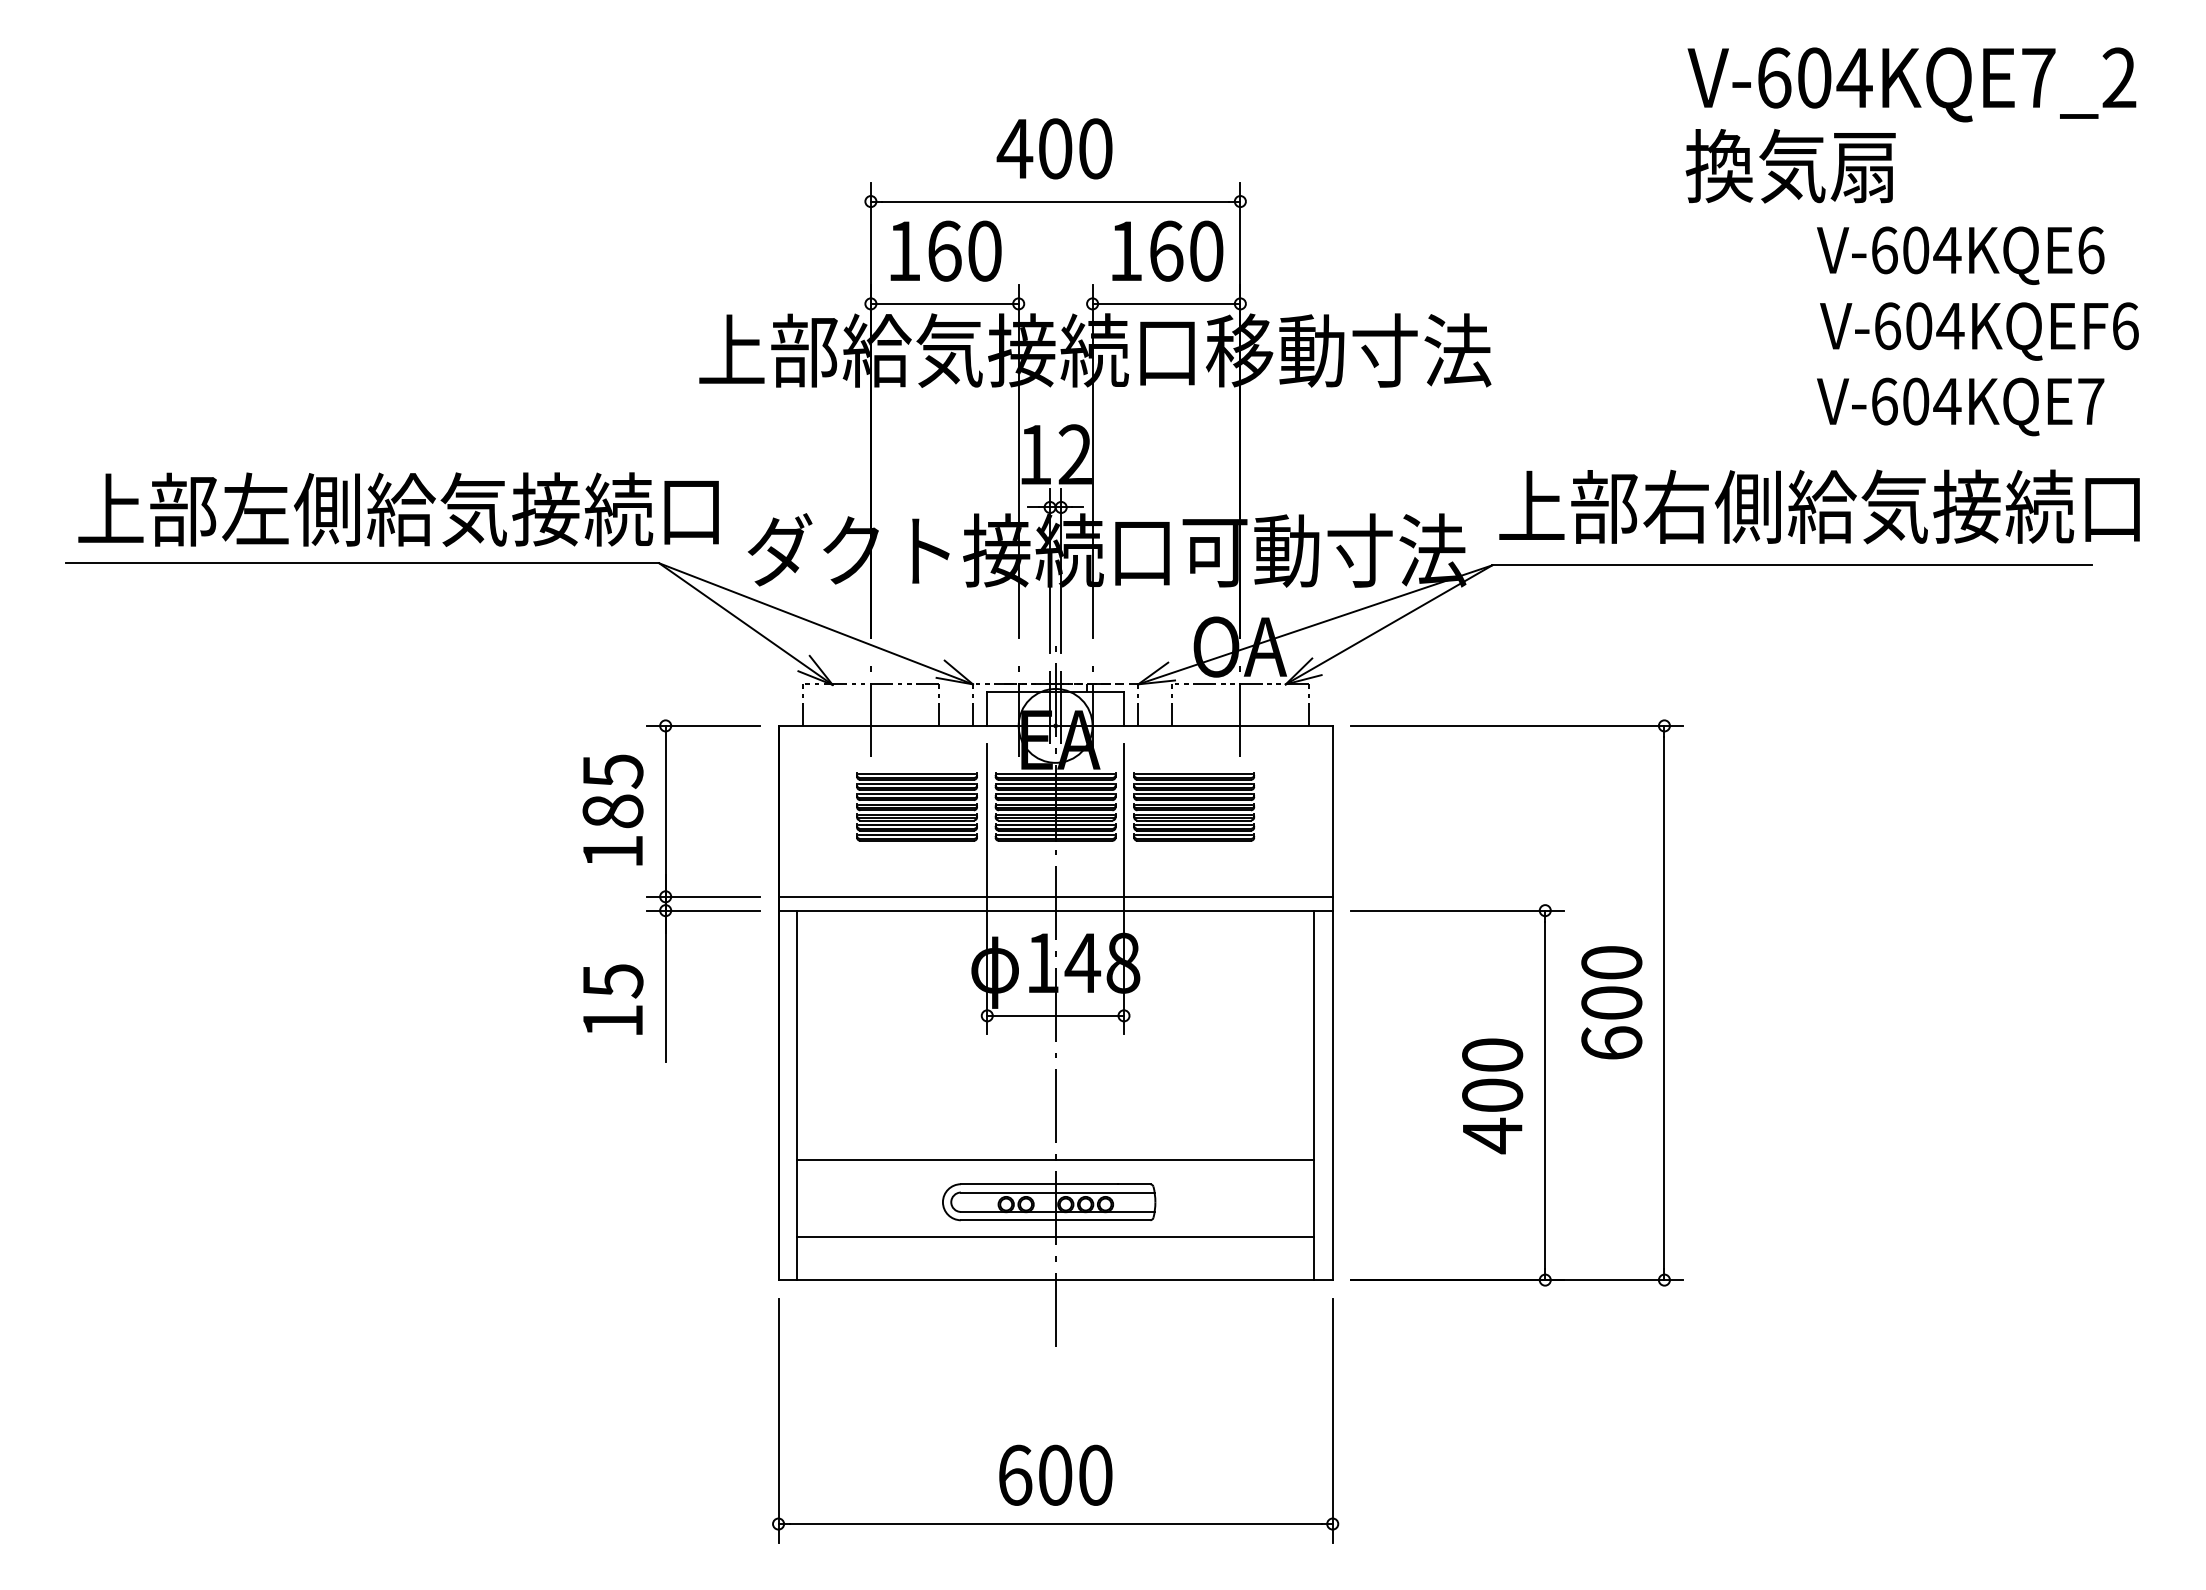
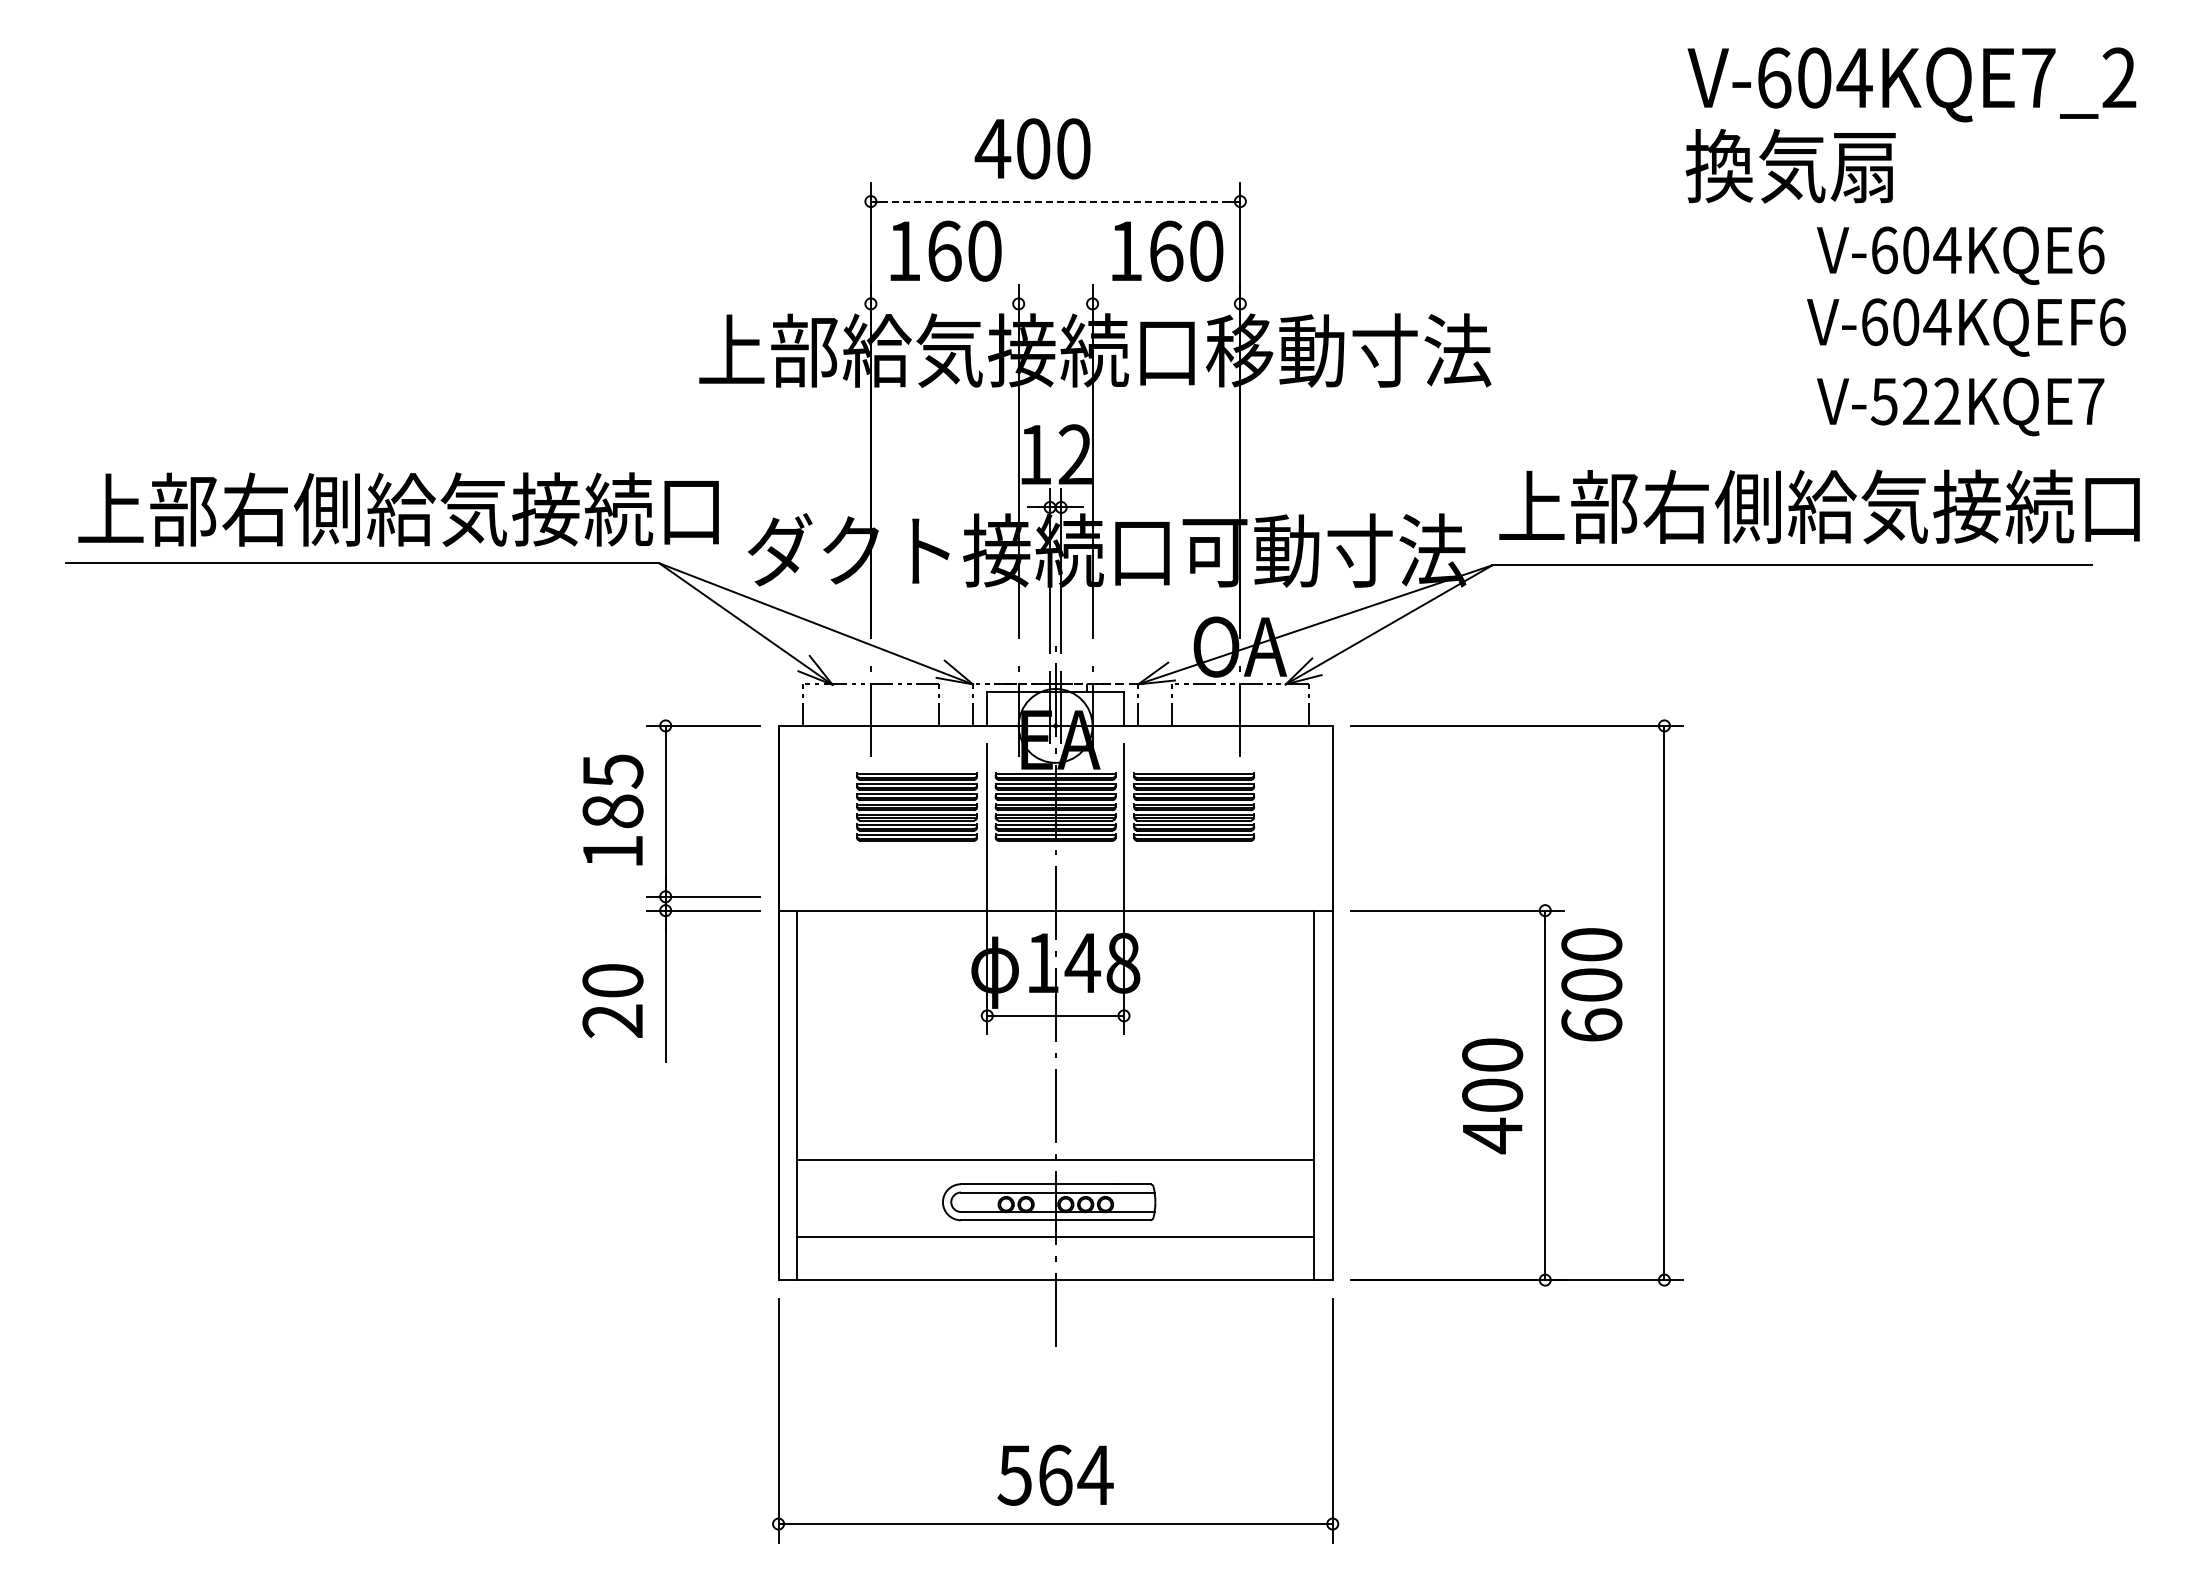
text at (1054, 148) position: (1054, 148) -> (1032, 148)
line at (1055, 201): solid -> dashed
line at (944, 303): present -> none
line at (1166, 303): present -> none
text at (1979, 331) position: (1979, 331) -> (1966, 327)
text at (1915, 401): V-604KQE7 -> V-522KQE7
text at (255, 509): 上部左側給気接続口 -> 上部右側給気接続口
line at (1055, 896): present -> none
text at (612, 1000): 15 -> 20
text at (1611, 1002) position: (1611, 1002) -> (1591, 984)
text at (1055, 1474): 600 -> 564
